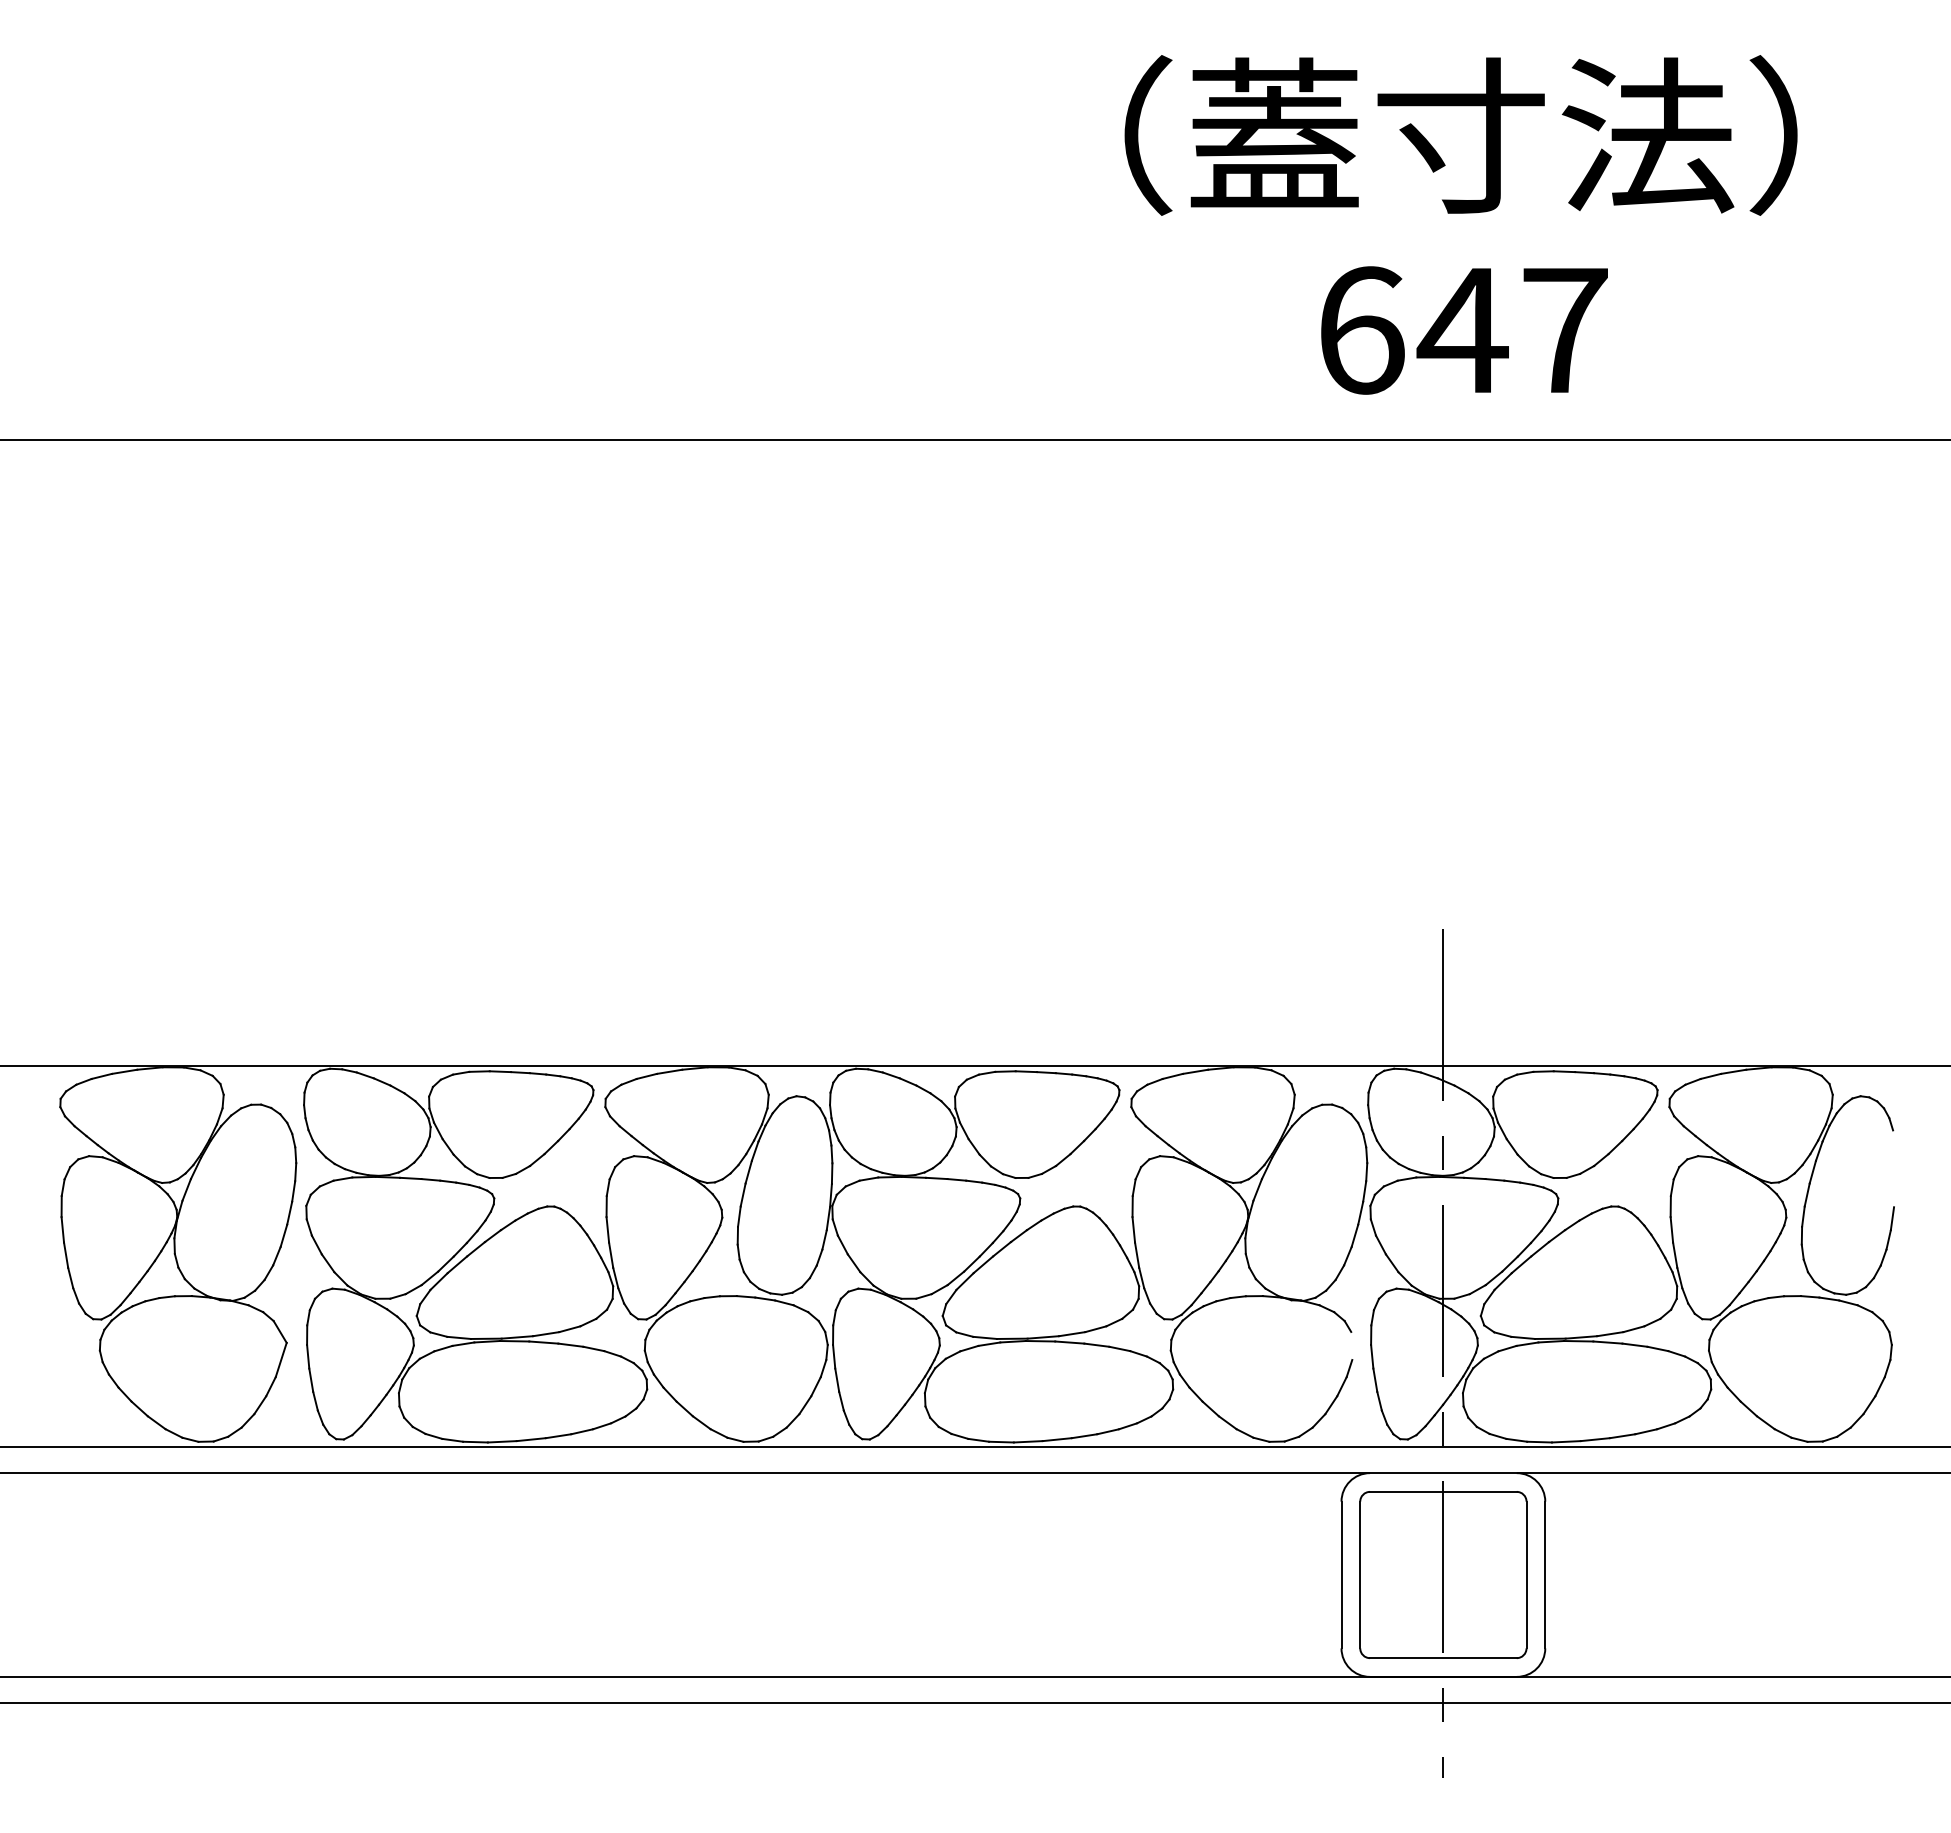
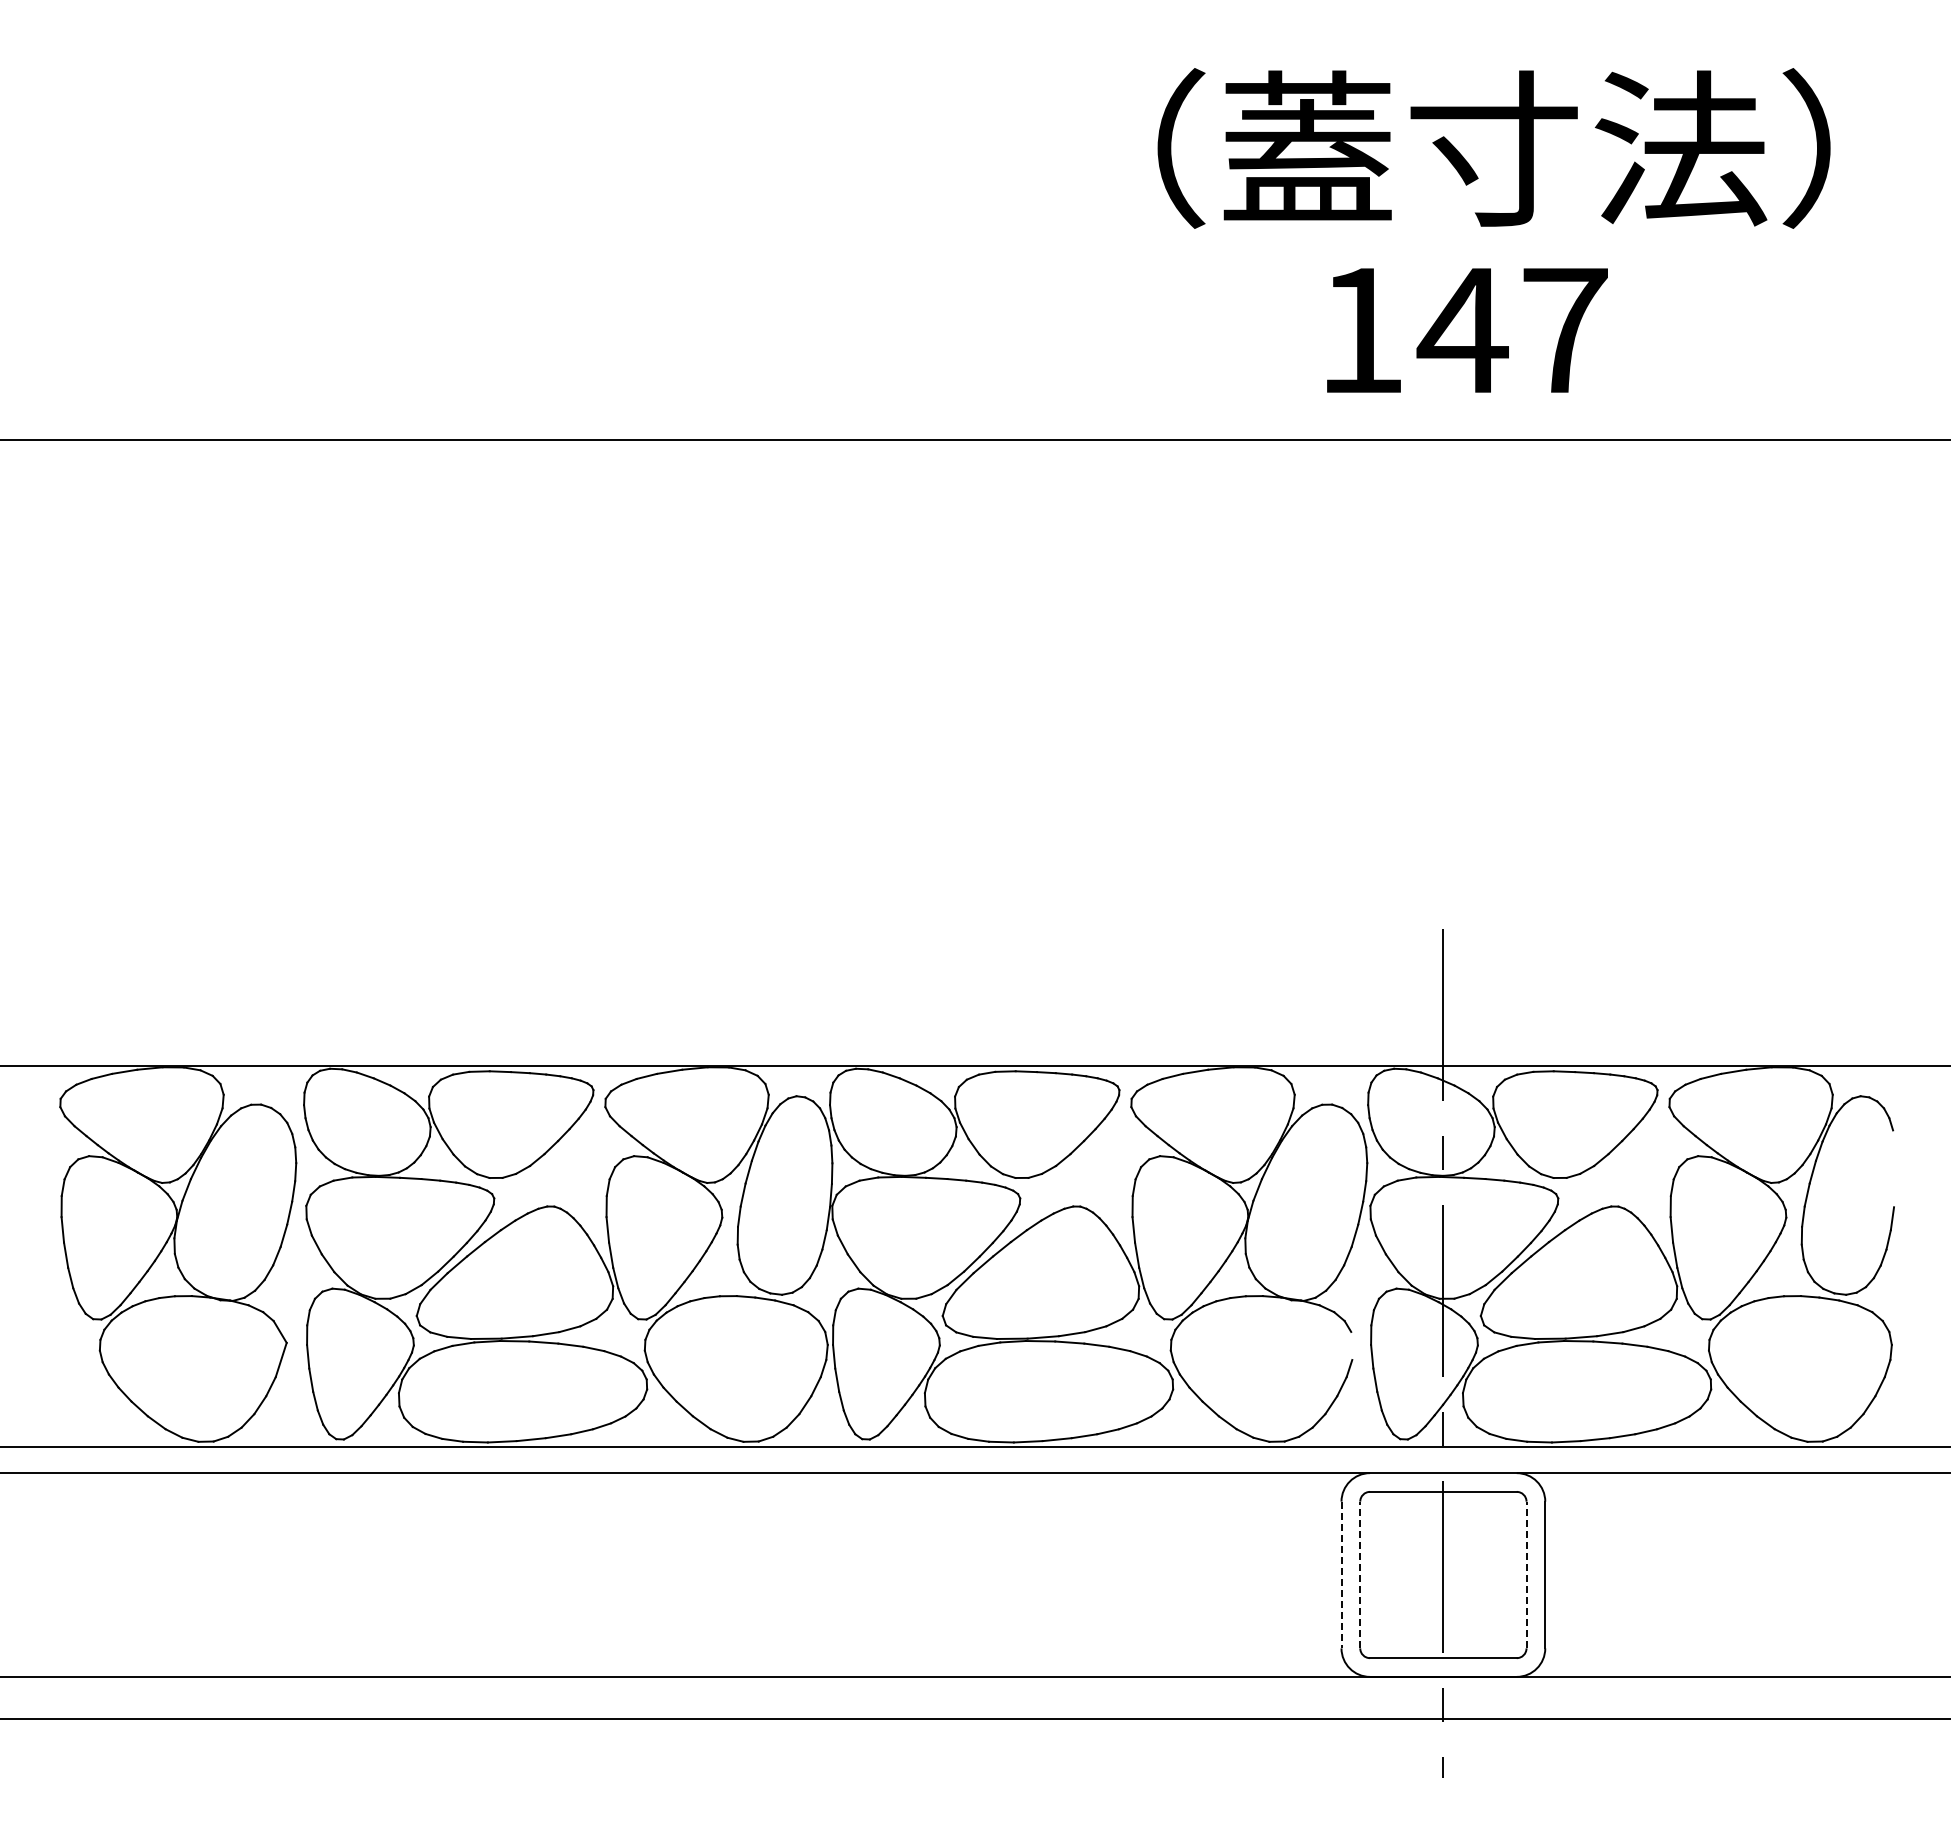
text at (1460, 135) position: (1460, 135) -> (1493, 148)
text at (1362, 330): 647 -> 147
line at (1360, 1574): solid -> dashed
line at (1526, 1574): solid -> dashed
line at (1341, 1575): solid -> dashed
line at (974, 1702) position: (974, 1702) -> (974, 1718)
